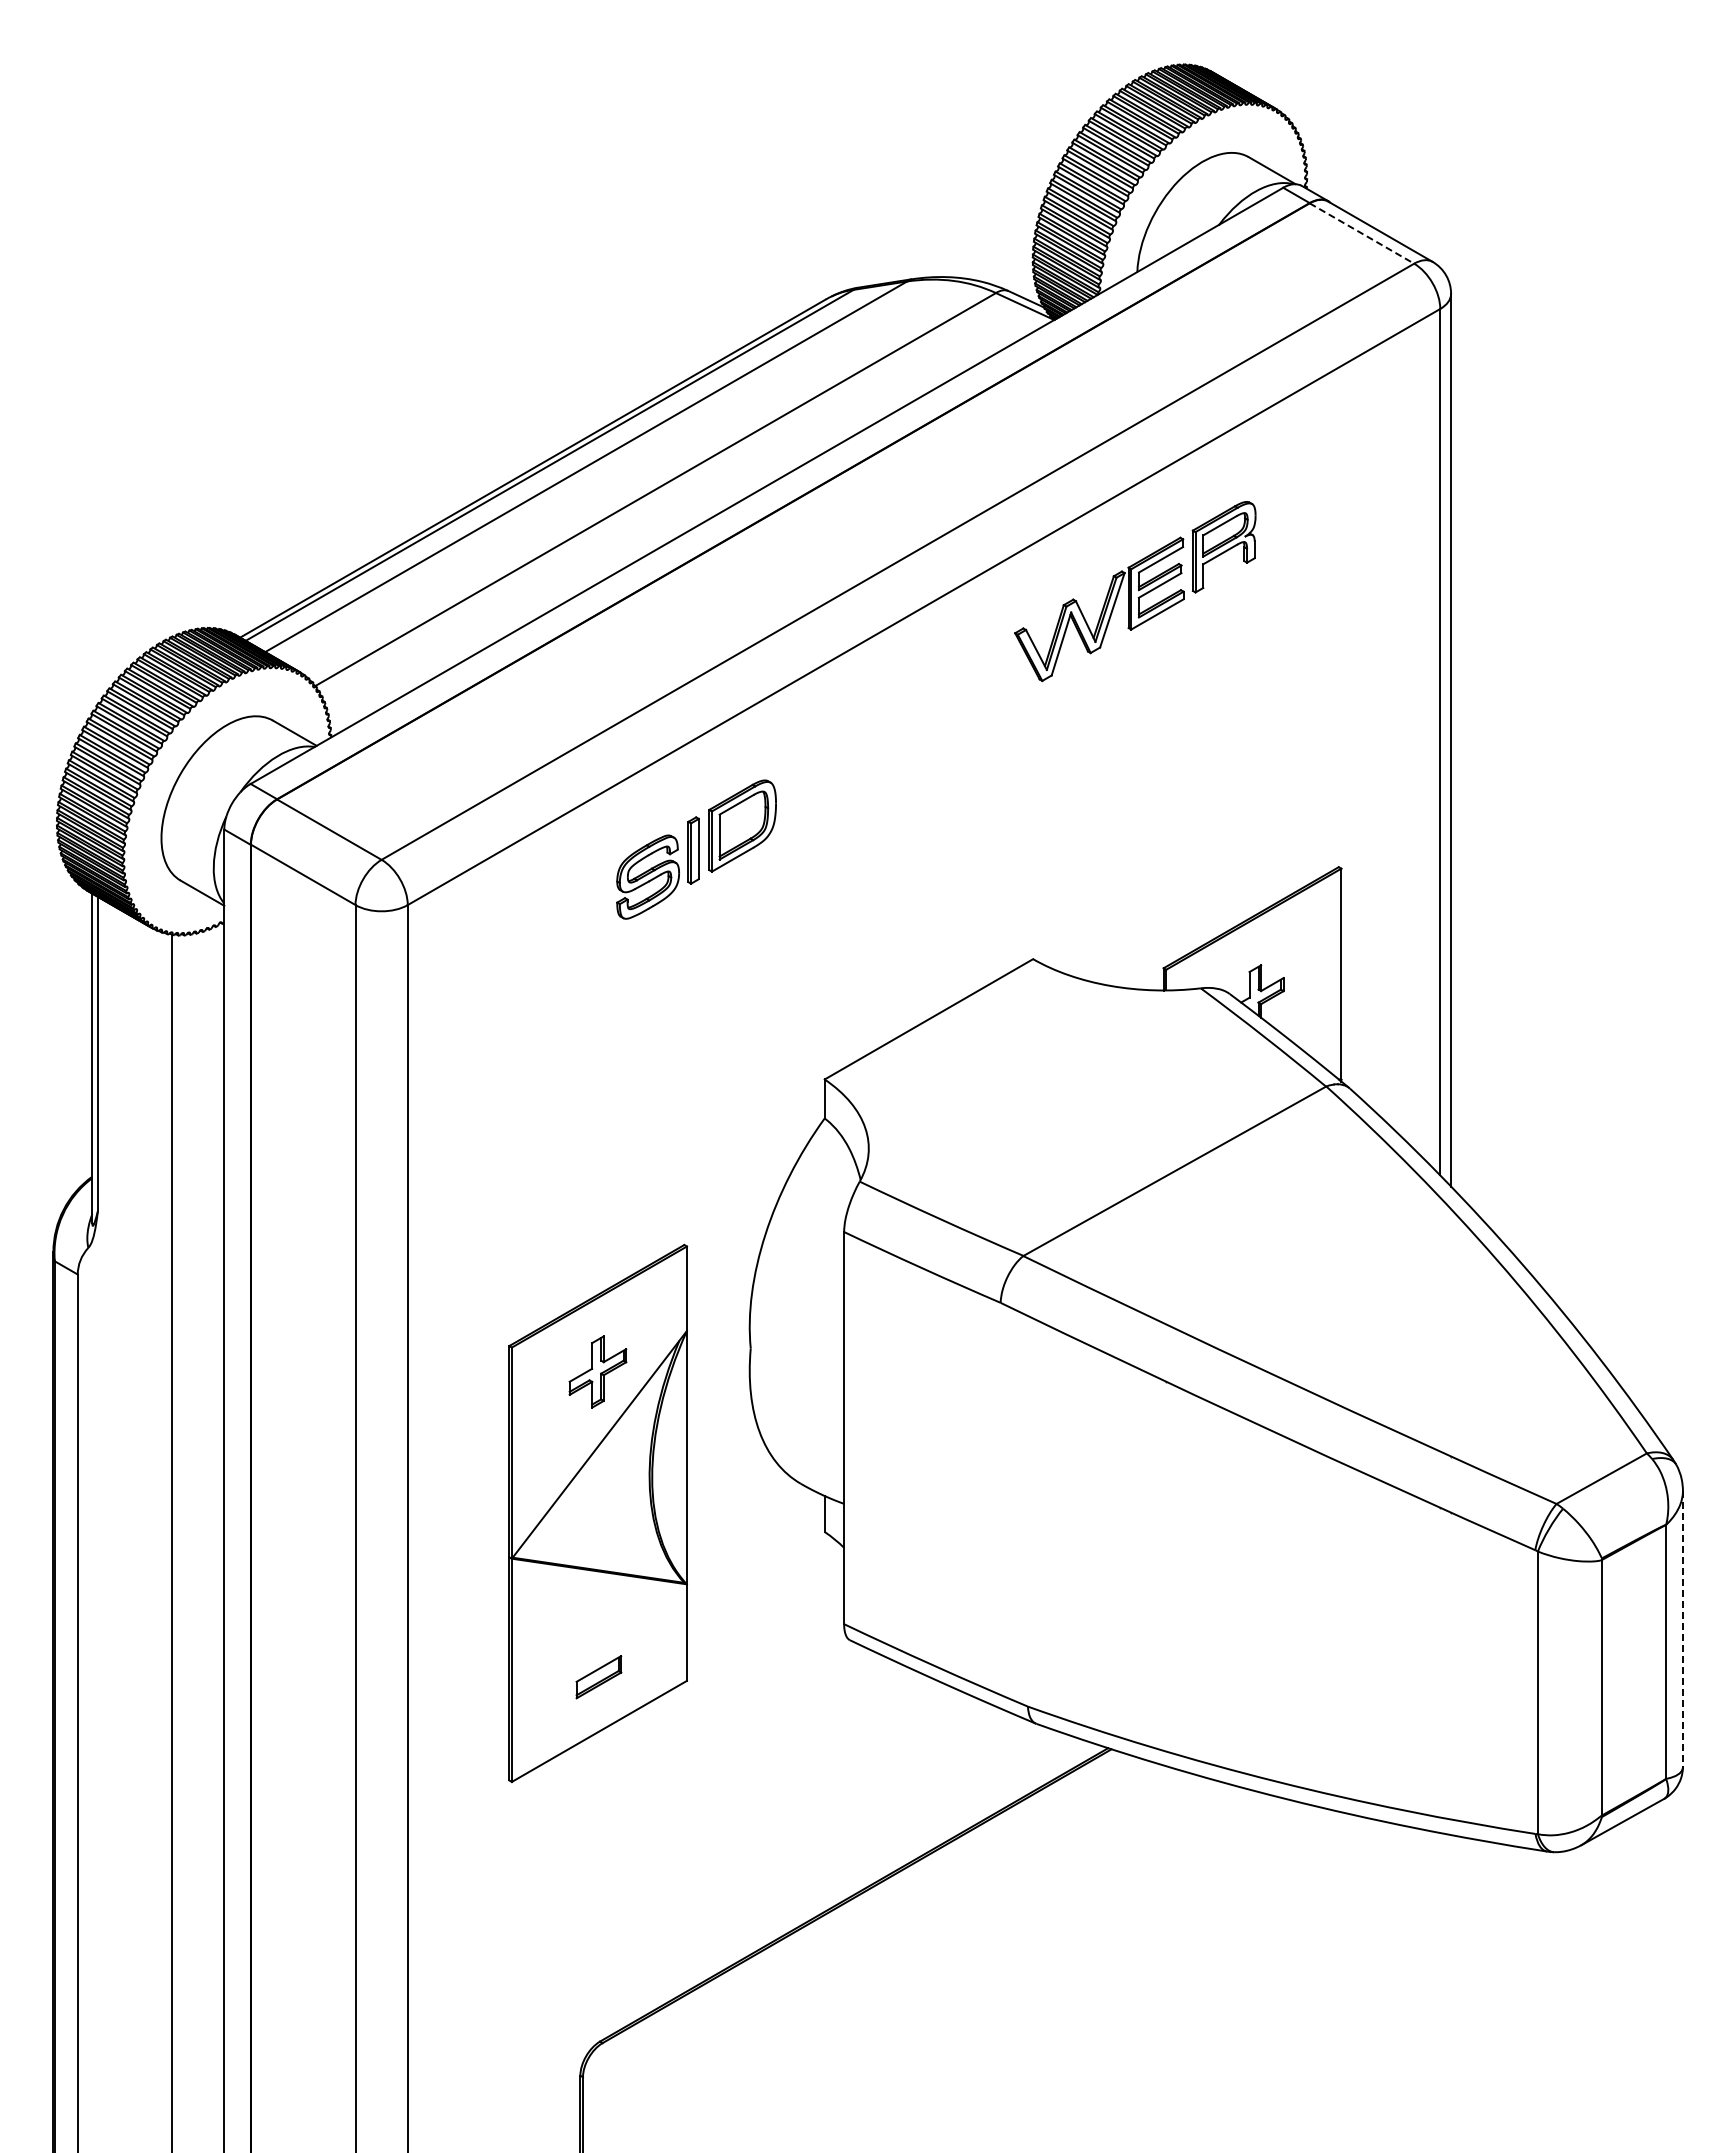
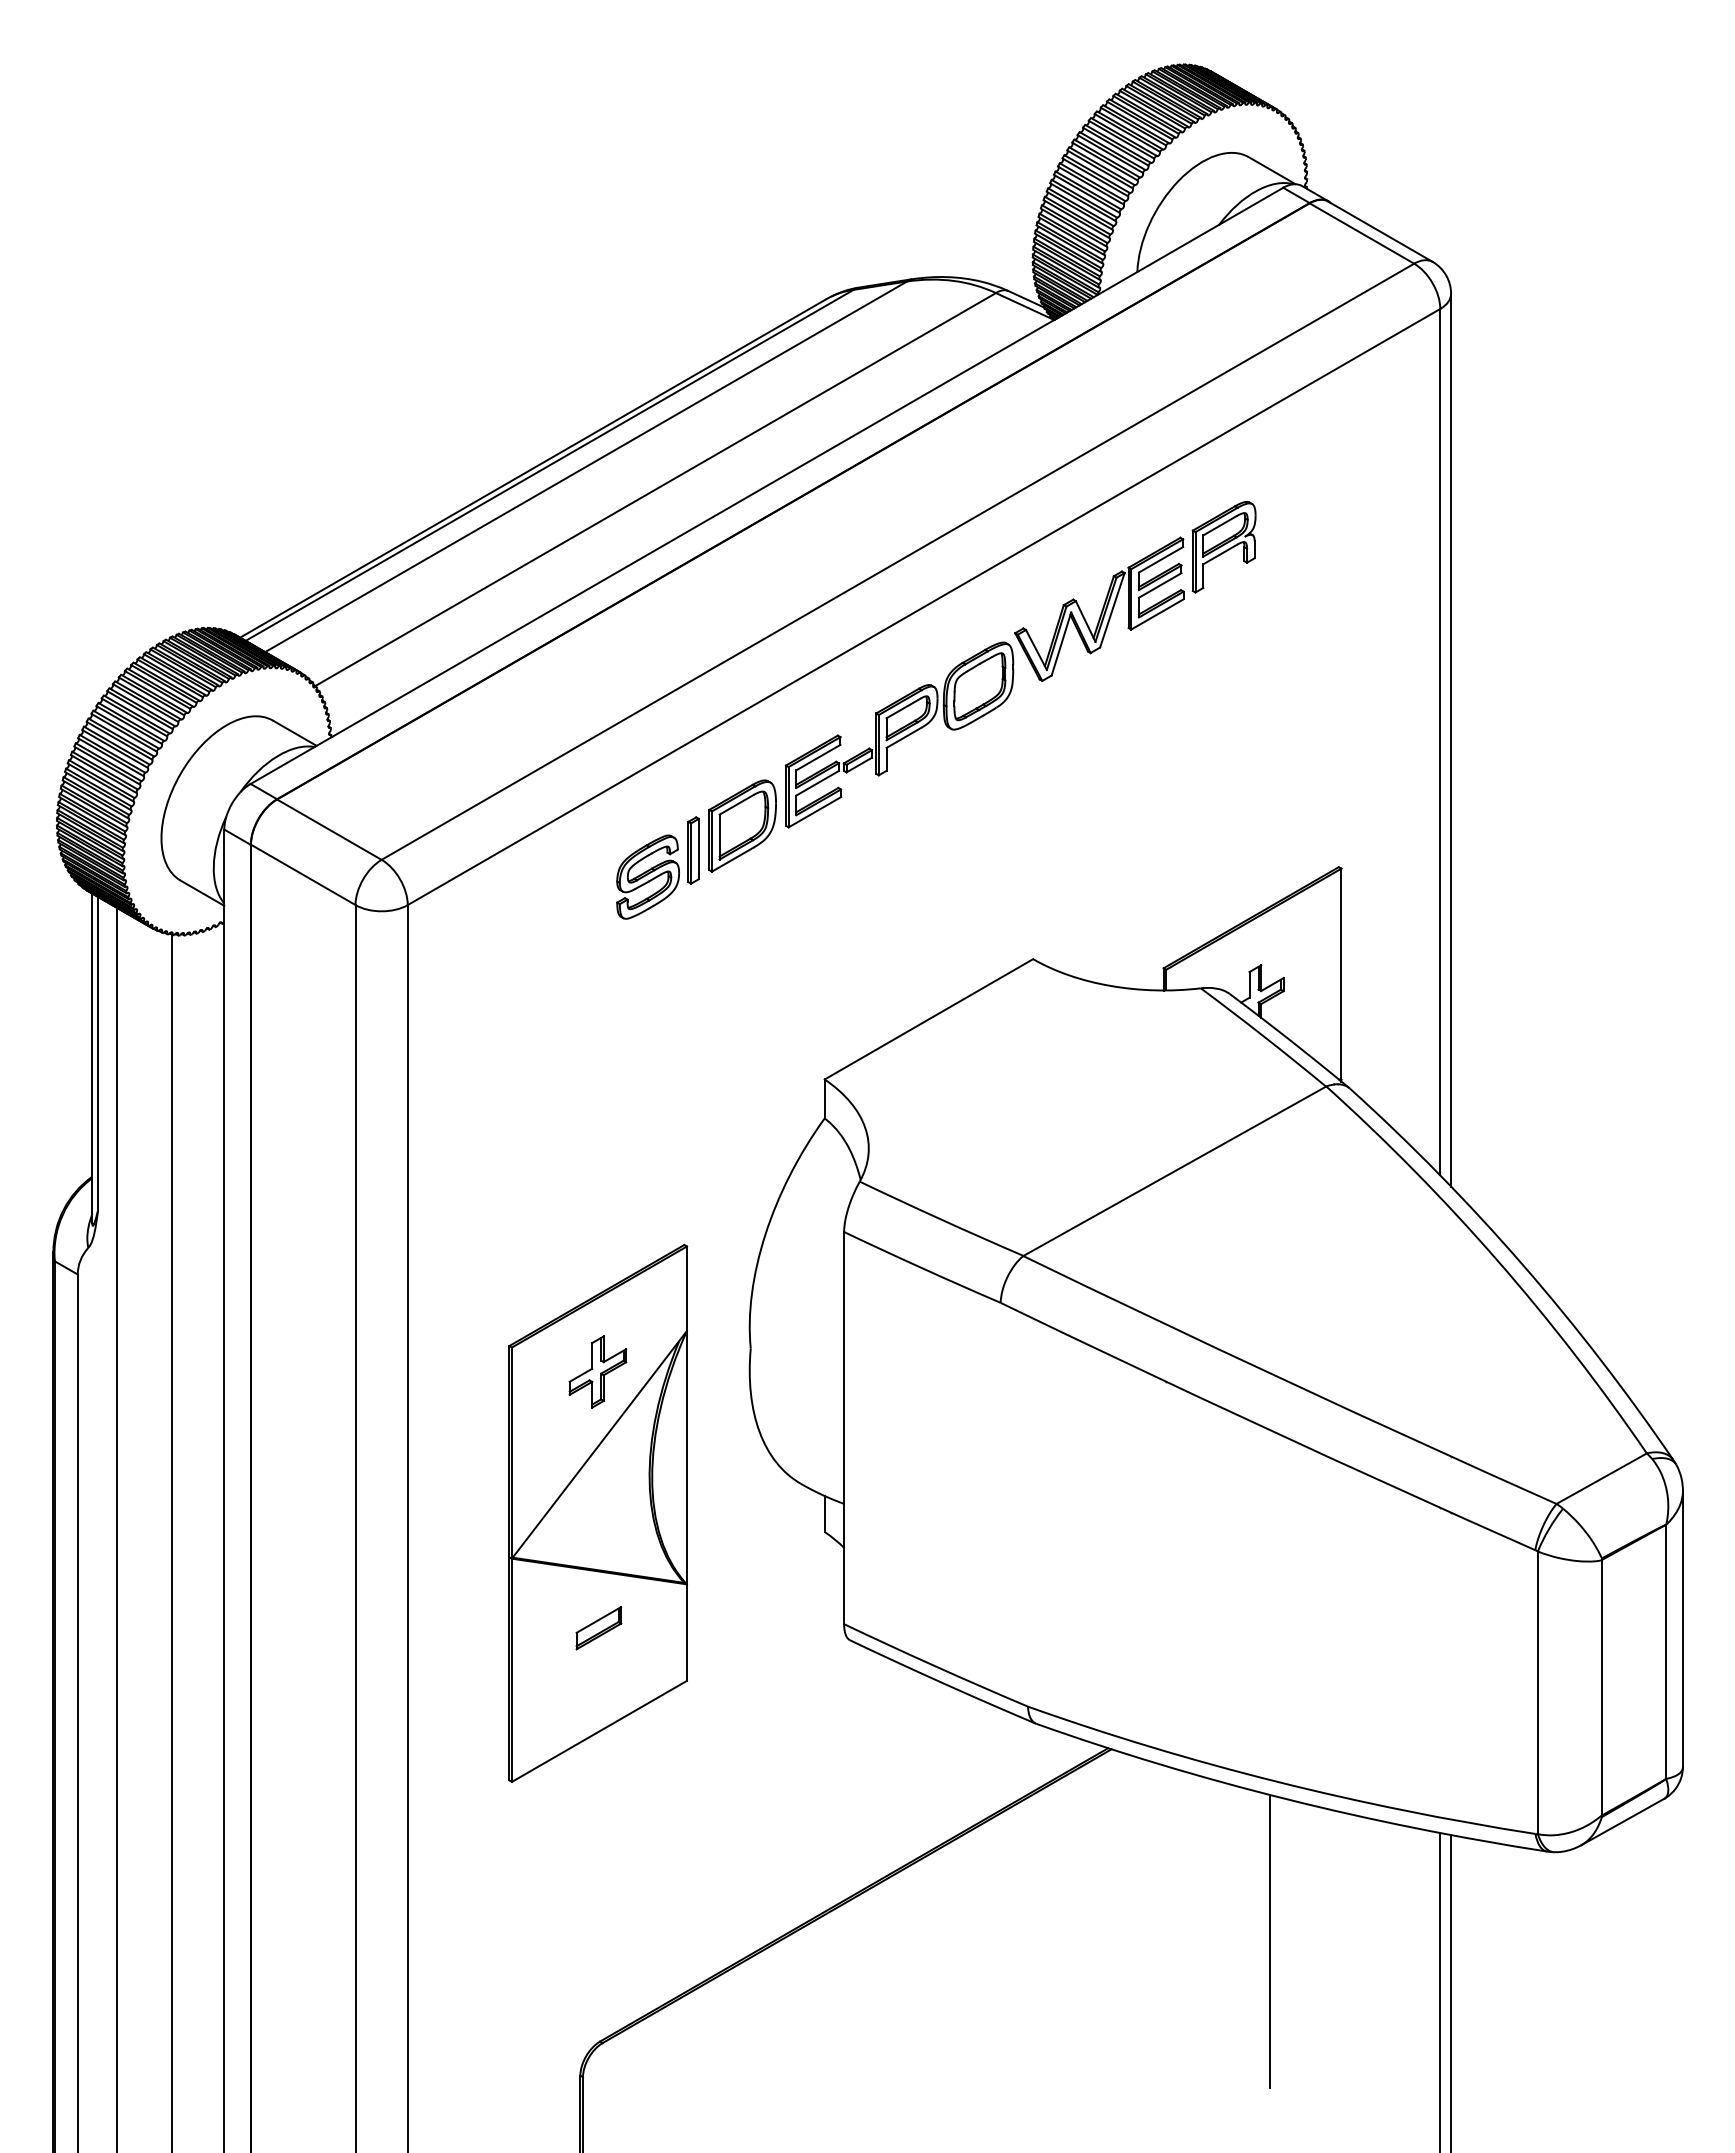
line at (1362, 233): dashed -> solid
part at (899, 734): none -> present
line at (117, 1528): none -> present
line at (1682, 1628): dashed -> solid
part at (598, 1677) position: (598, 1677) -> (598, 1628)
line at (1270, 1941): none -> present
line at (1440, 1991): none -> present
line at (1451, 1992): none -> present
